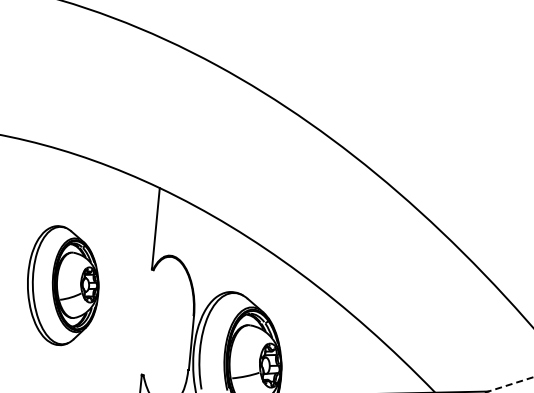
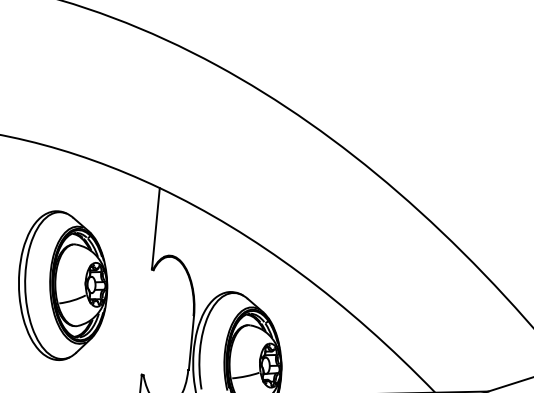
part at (63, 285) size: 73x122 px -> 91x151 px
line at (508, 385): dashed -> solid
